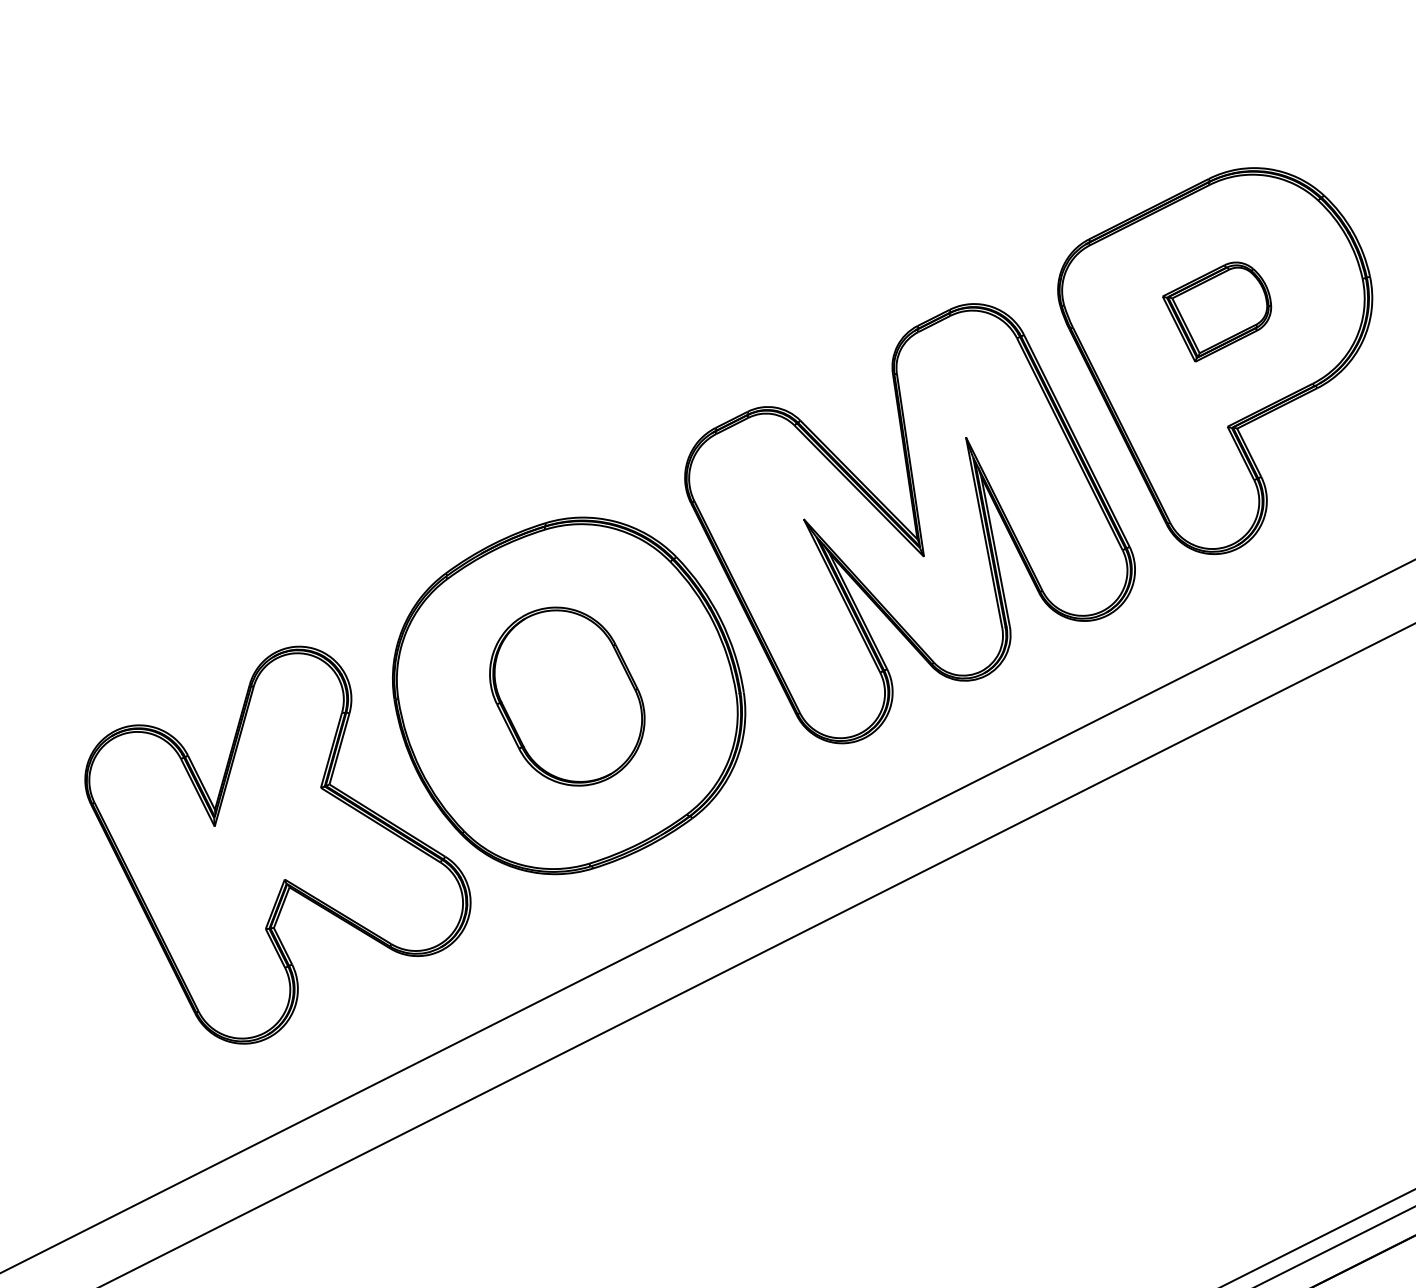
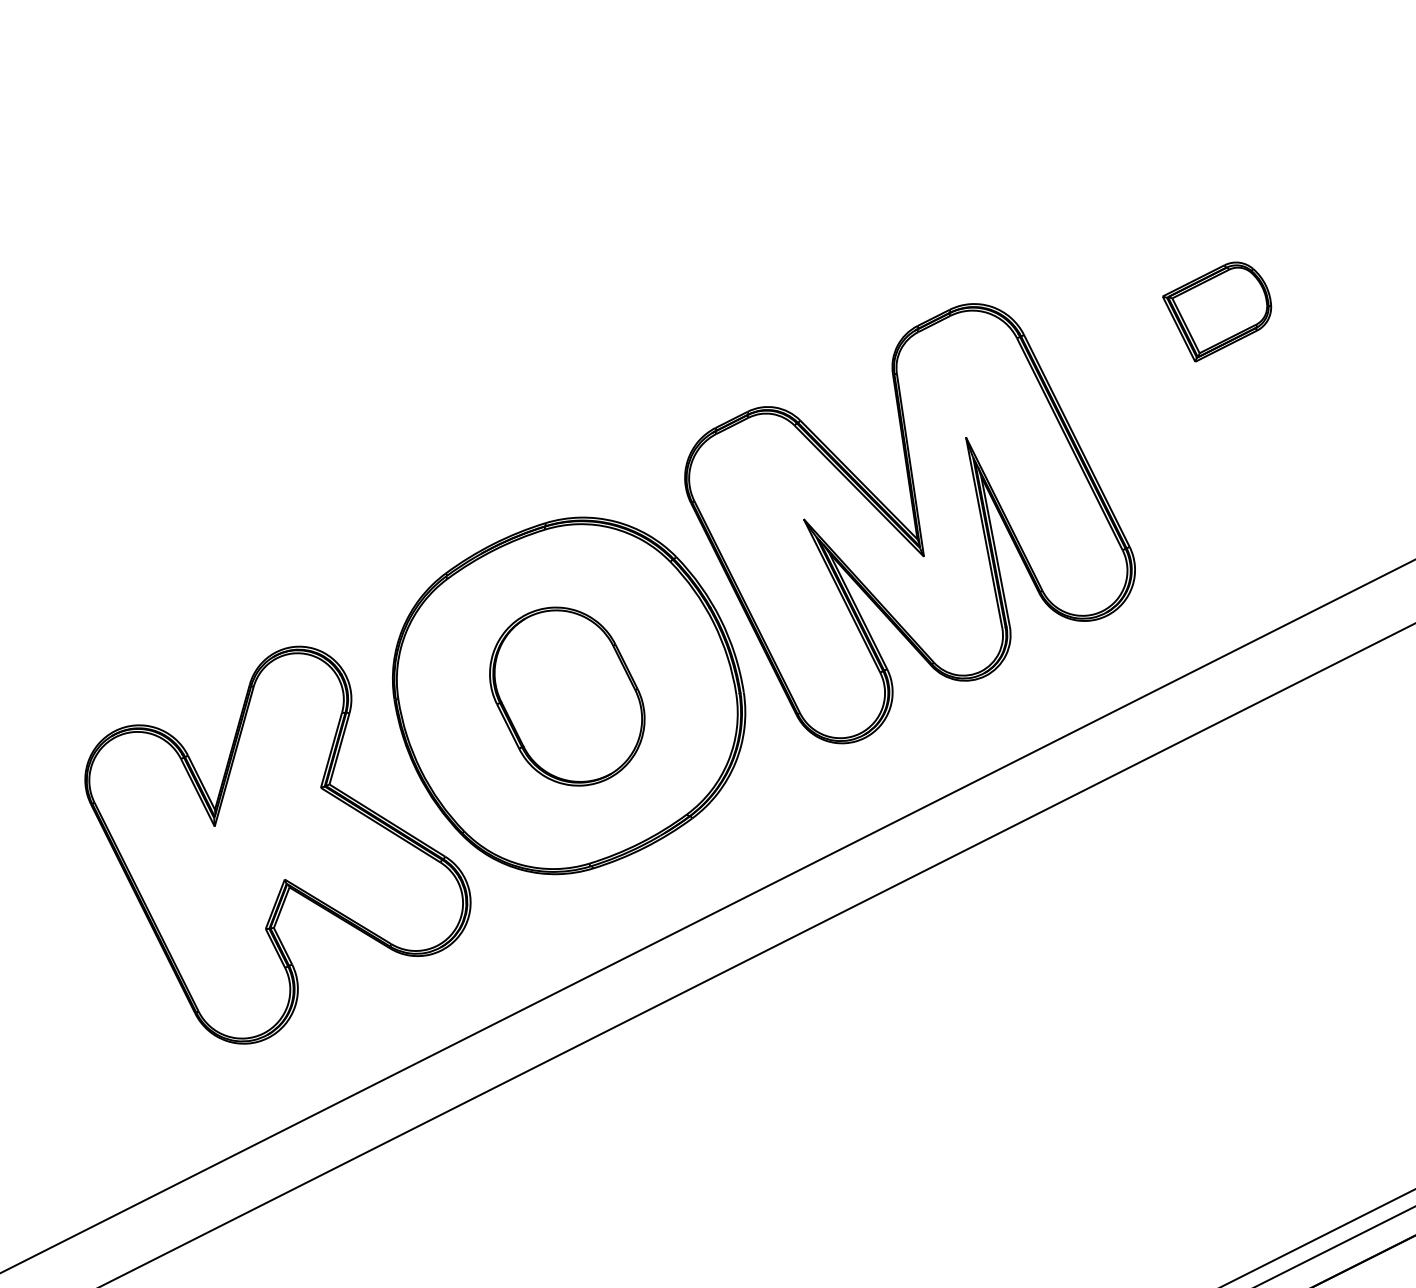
part at (1215, 360): present -> none
